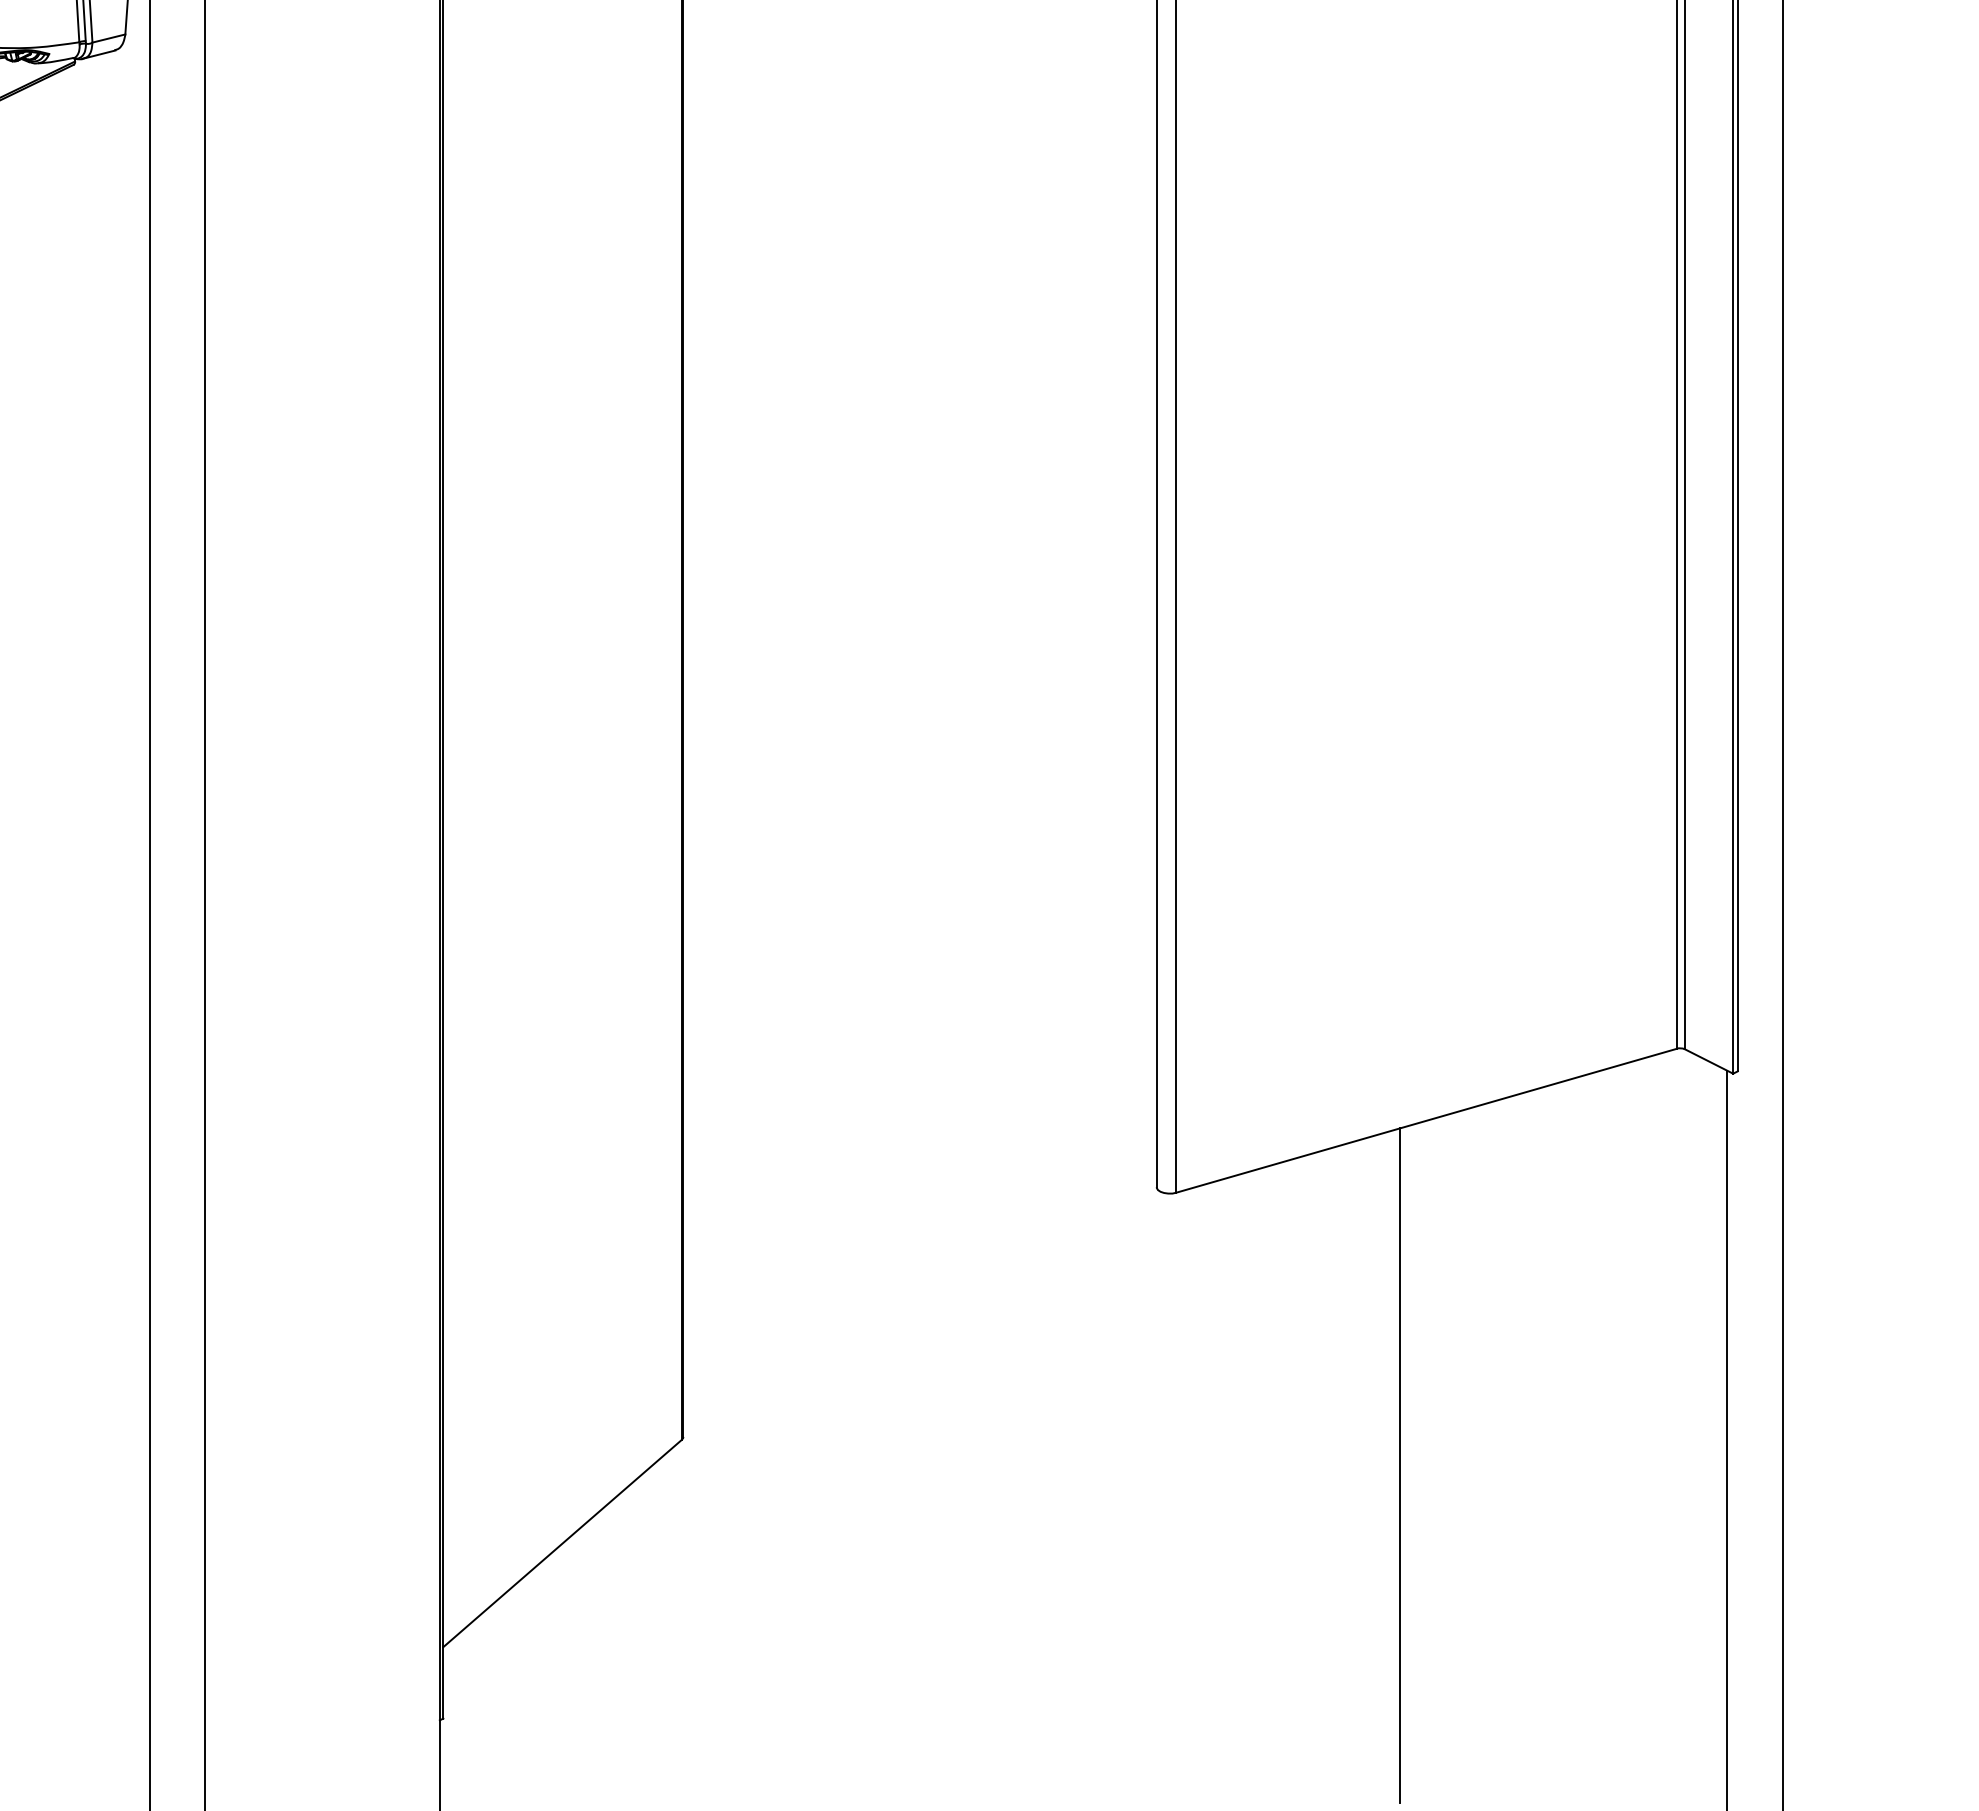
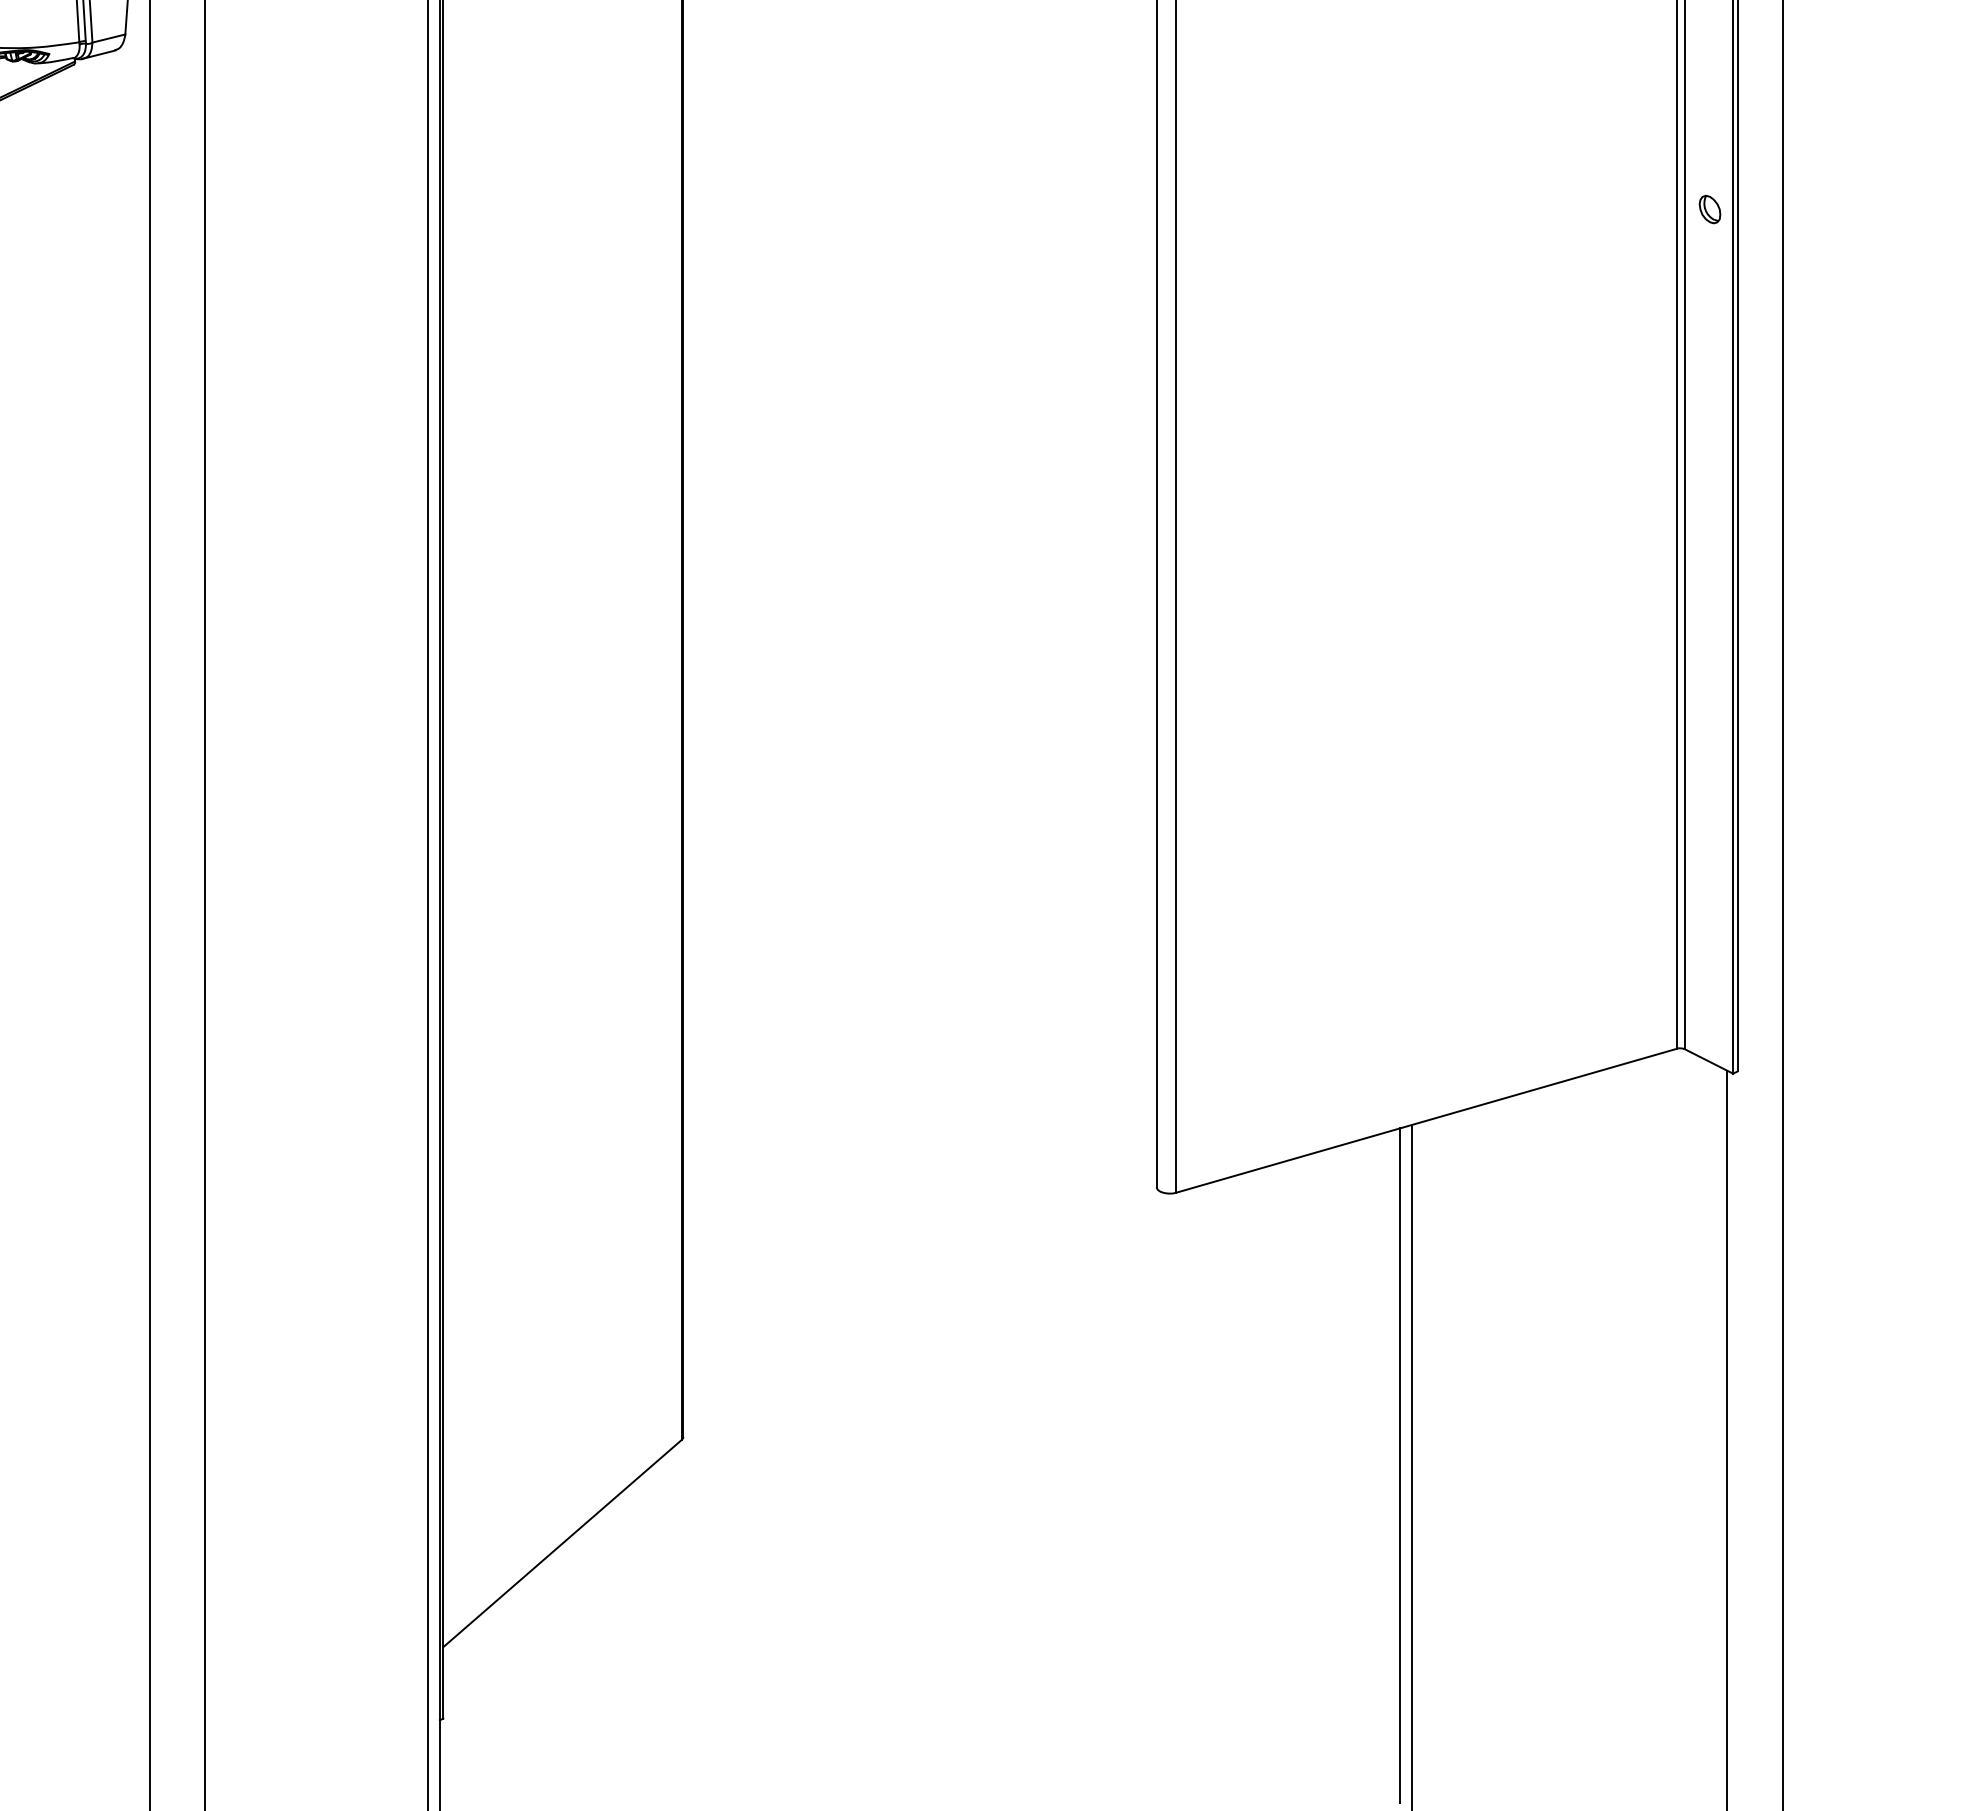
part at (1709, 209): none -> present
line at (428, 904): none -> present
line at (1412, 1466): none -> present
